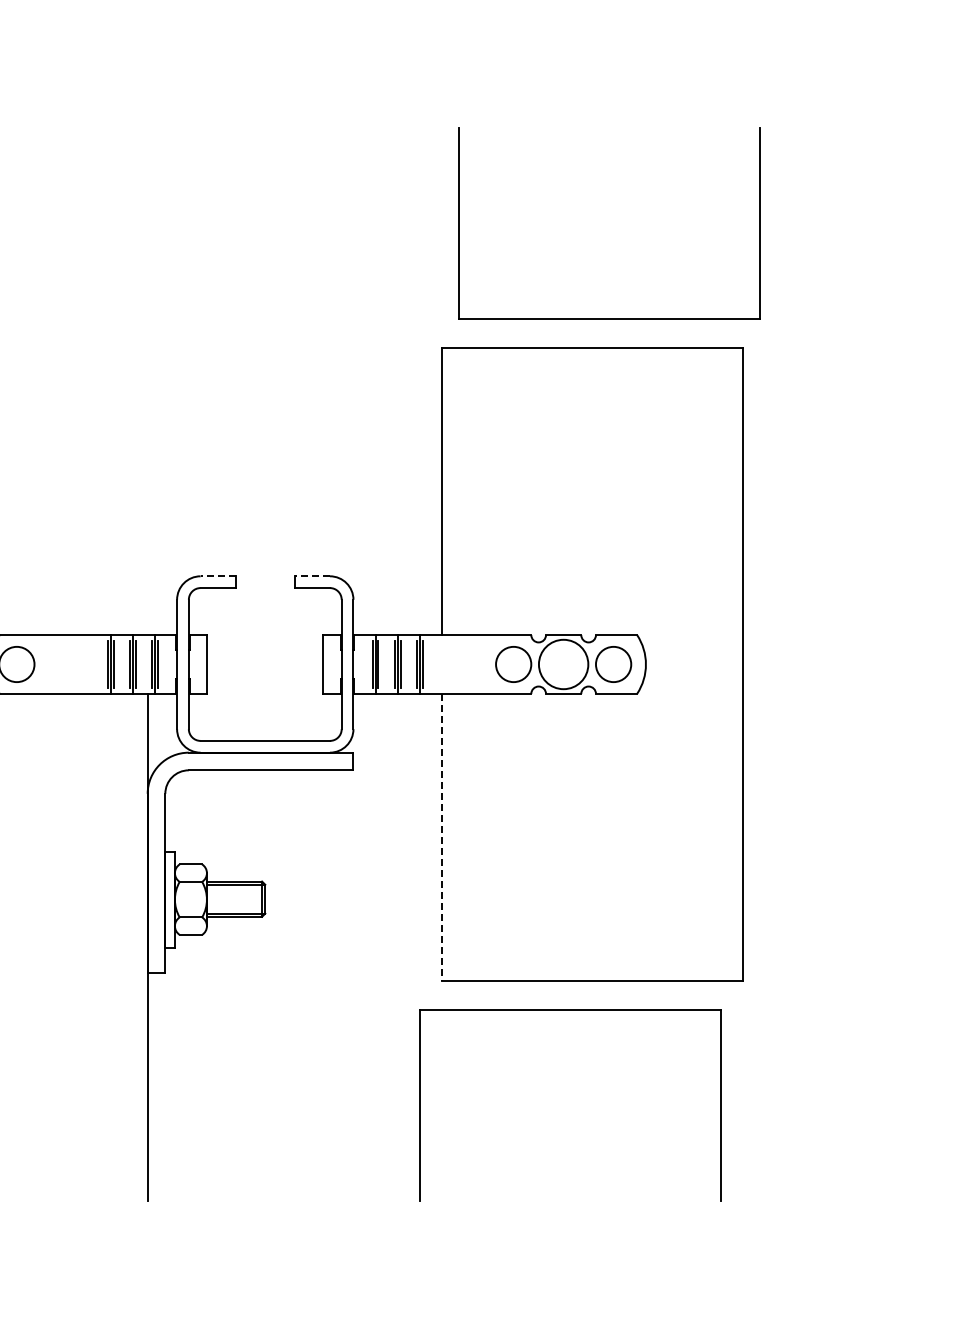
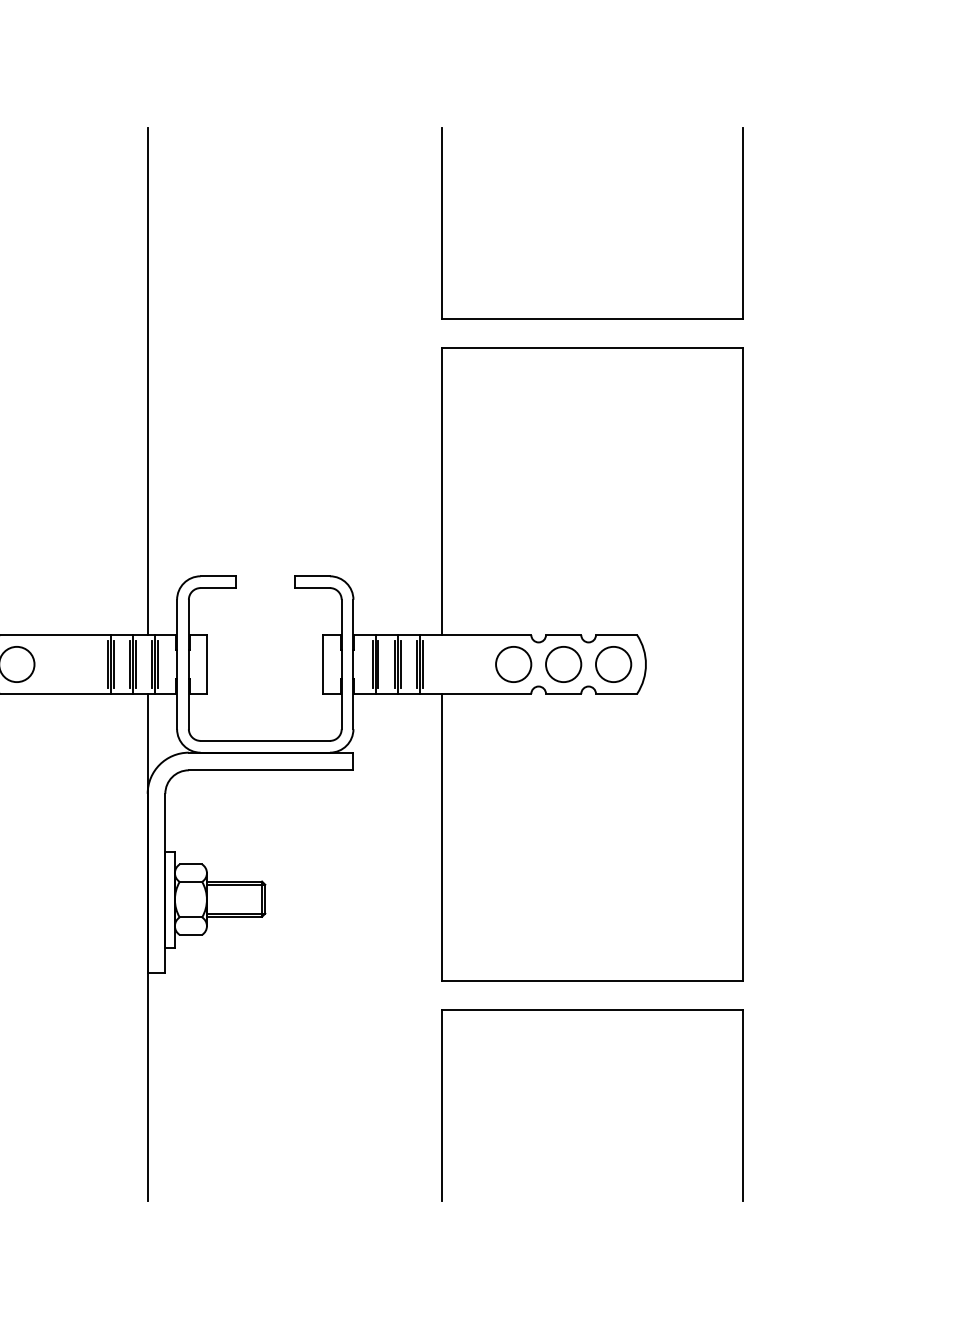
part at (609, 318) position: (609, 318) -> (592, 318)
line at (147, 381): none -> present
line at (218, 576): dashed -> solid
line at (312, 576): dashed -> solid
circle at (563, 664) diameter: 49 px -> 35 px
line at (441, 837): dashed -> solid
part at (570, 1010) position: (570, 1010) -> (592, 1010)
